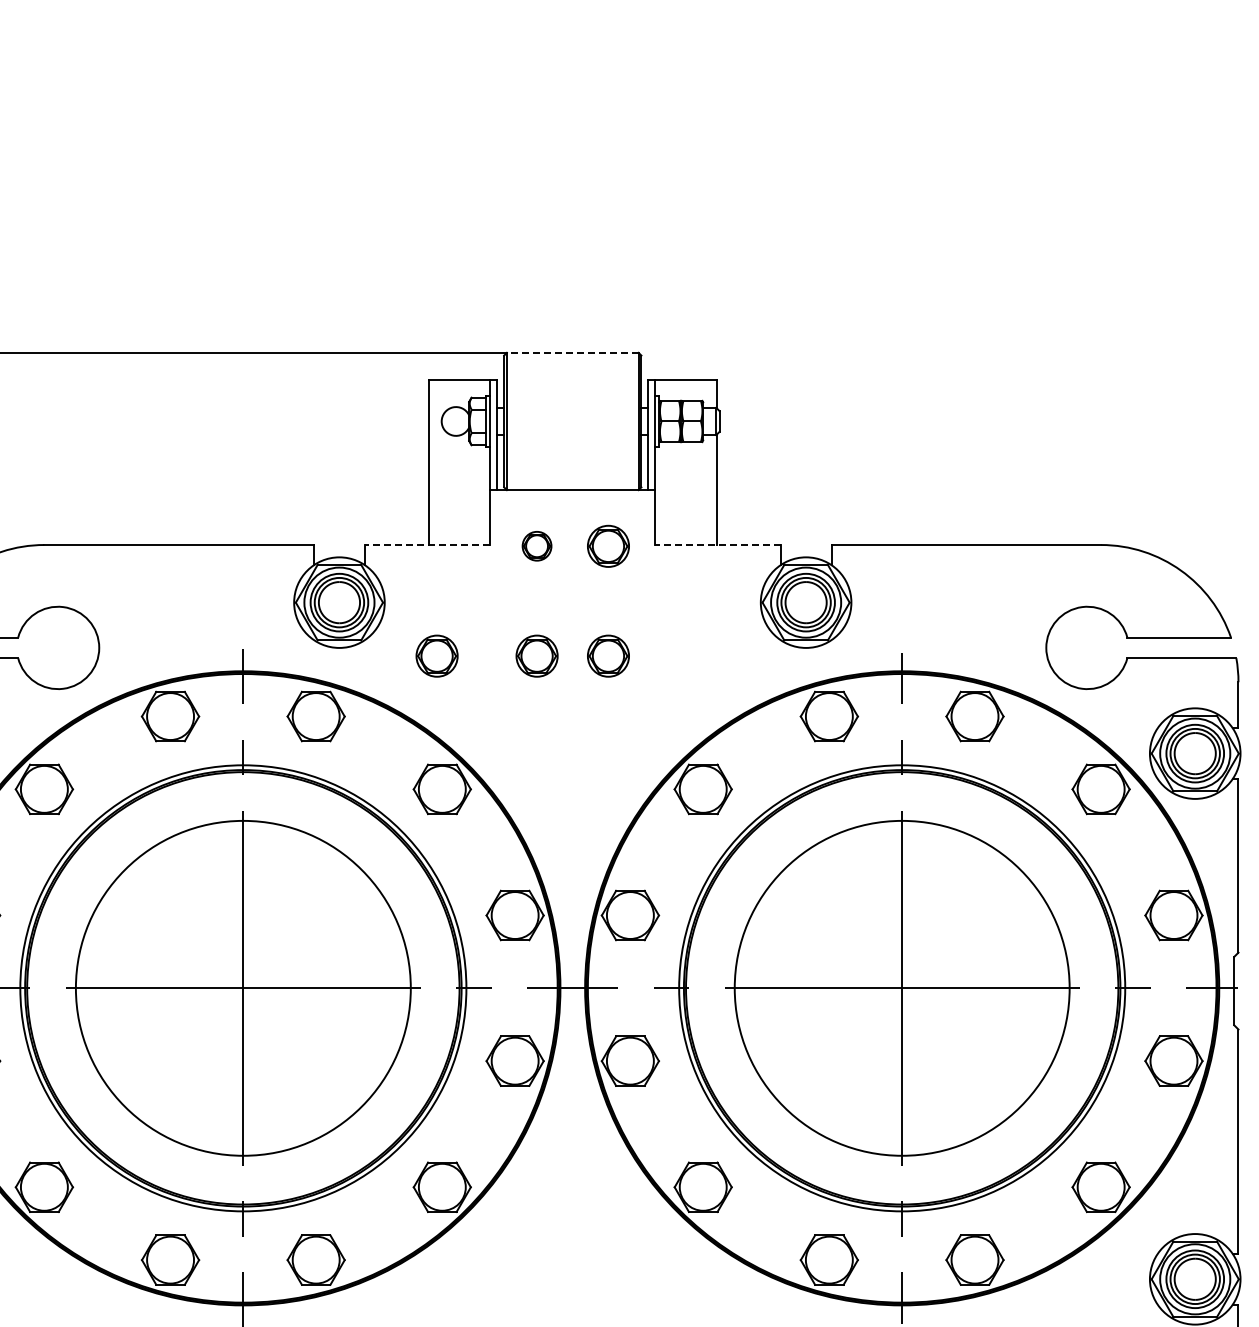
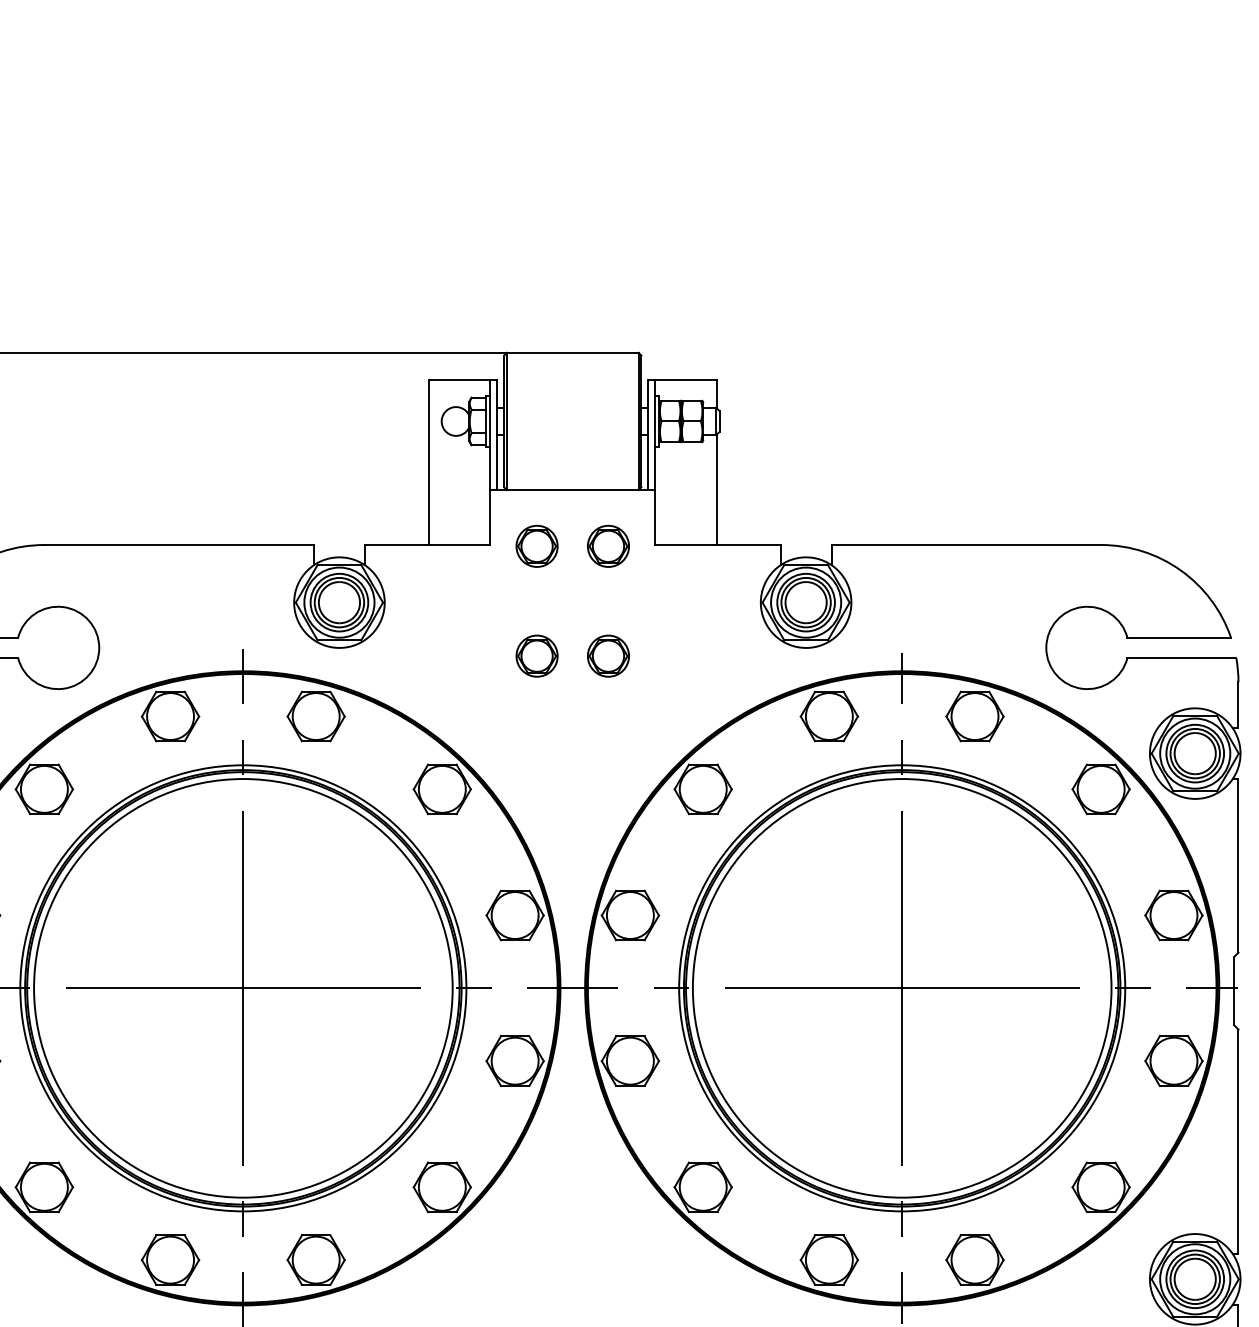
line at (572, 352): dashed -> solid
line at (427, 545): dashed -> solid
line at (717, 545): dashed -> solid
part at (536, 546) size: 32x31 px -> 44x44 px
part at (436, 655): present -> none
circle at (242, 987) diameter: 335 px -> 419 px
circle at (901, 987) diameter: 335 px -> 419 px
